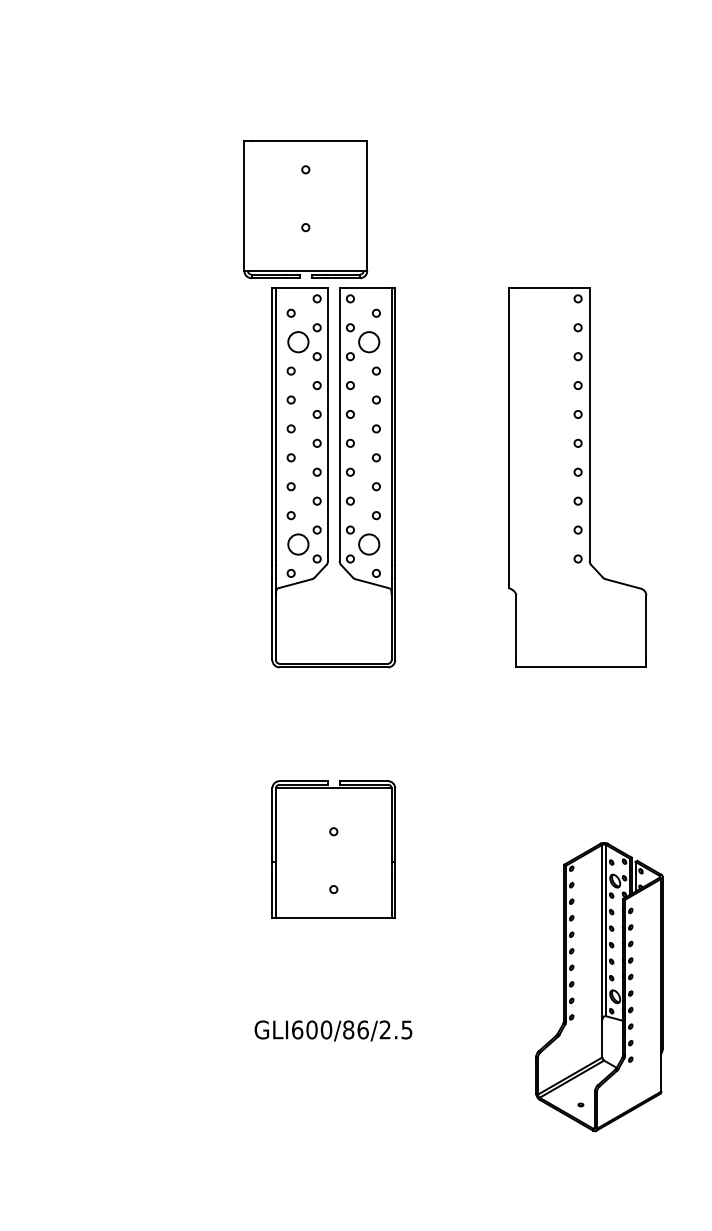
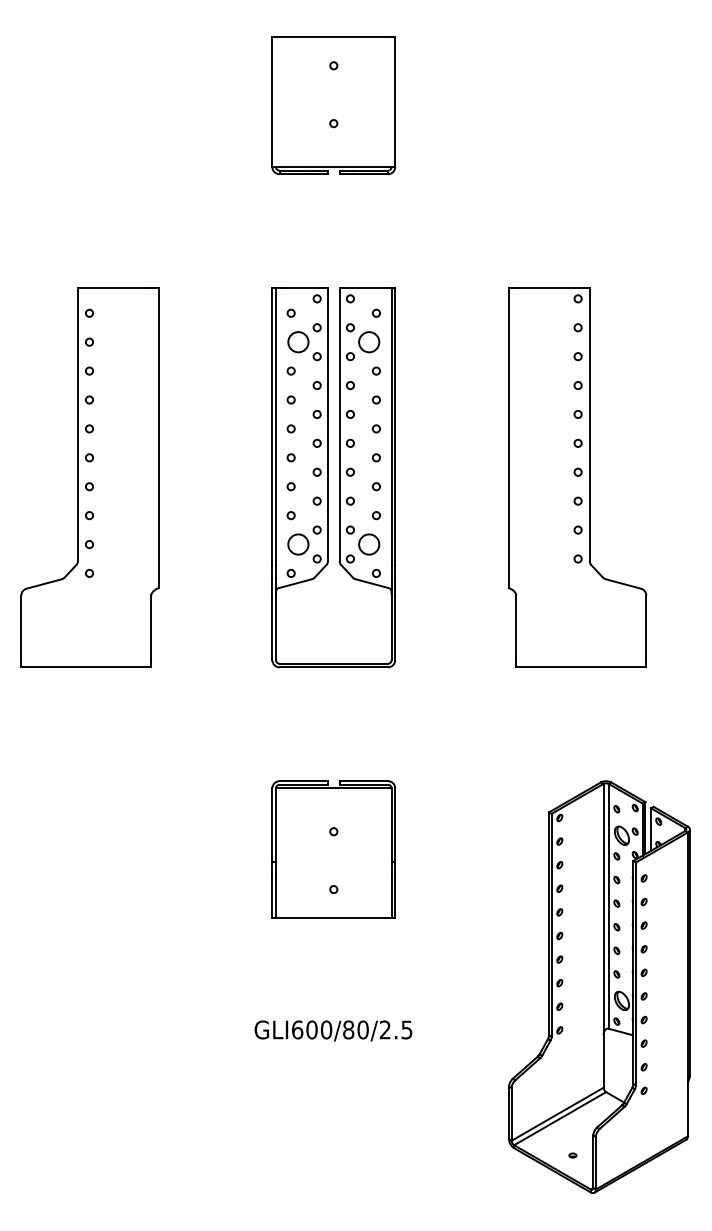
part at (305, 209) position: (305, 209) -> (333, 105)
part at (89, 477): none -> present
part at (599, 987) size: 129x291 px -> 183x414 px
text at (362, 1029): GLI600/86/2.5 -> GLI600/80/2.5
